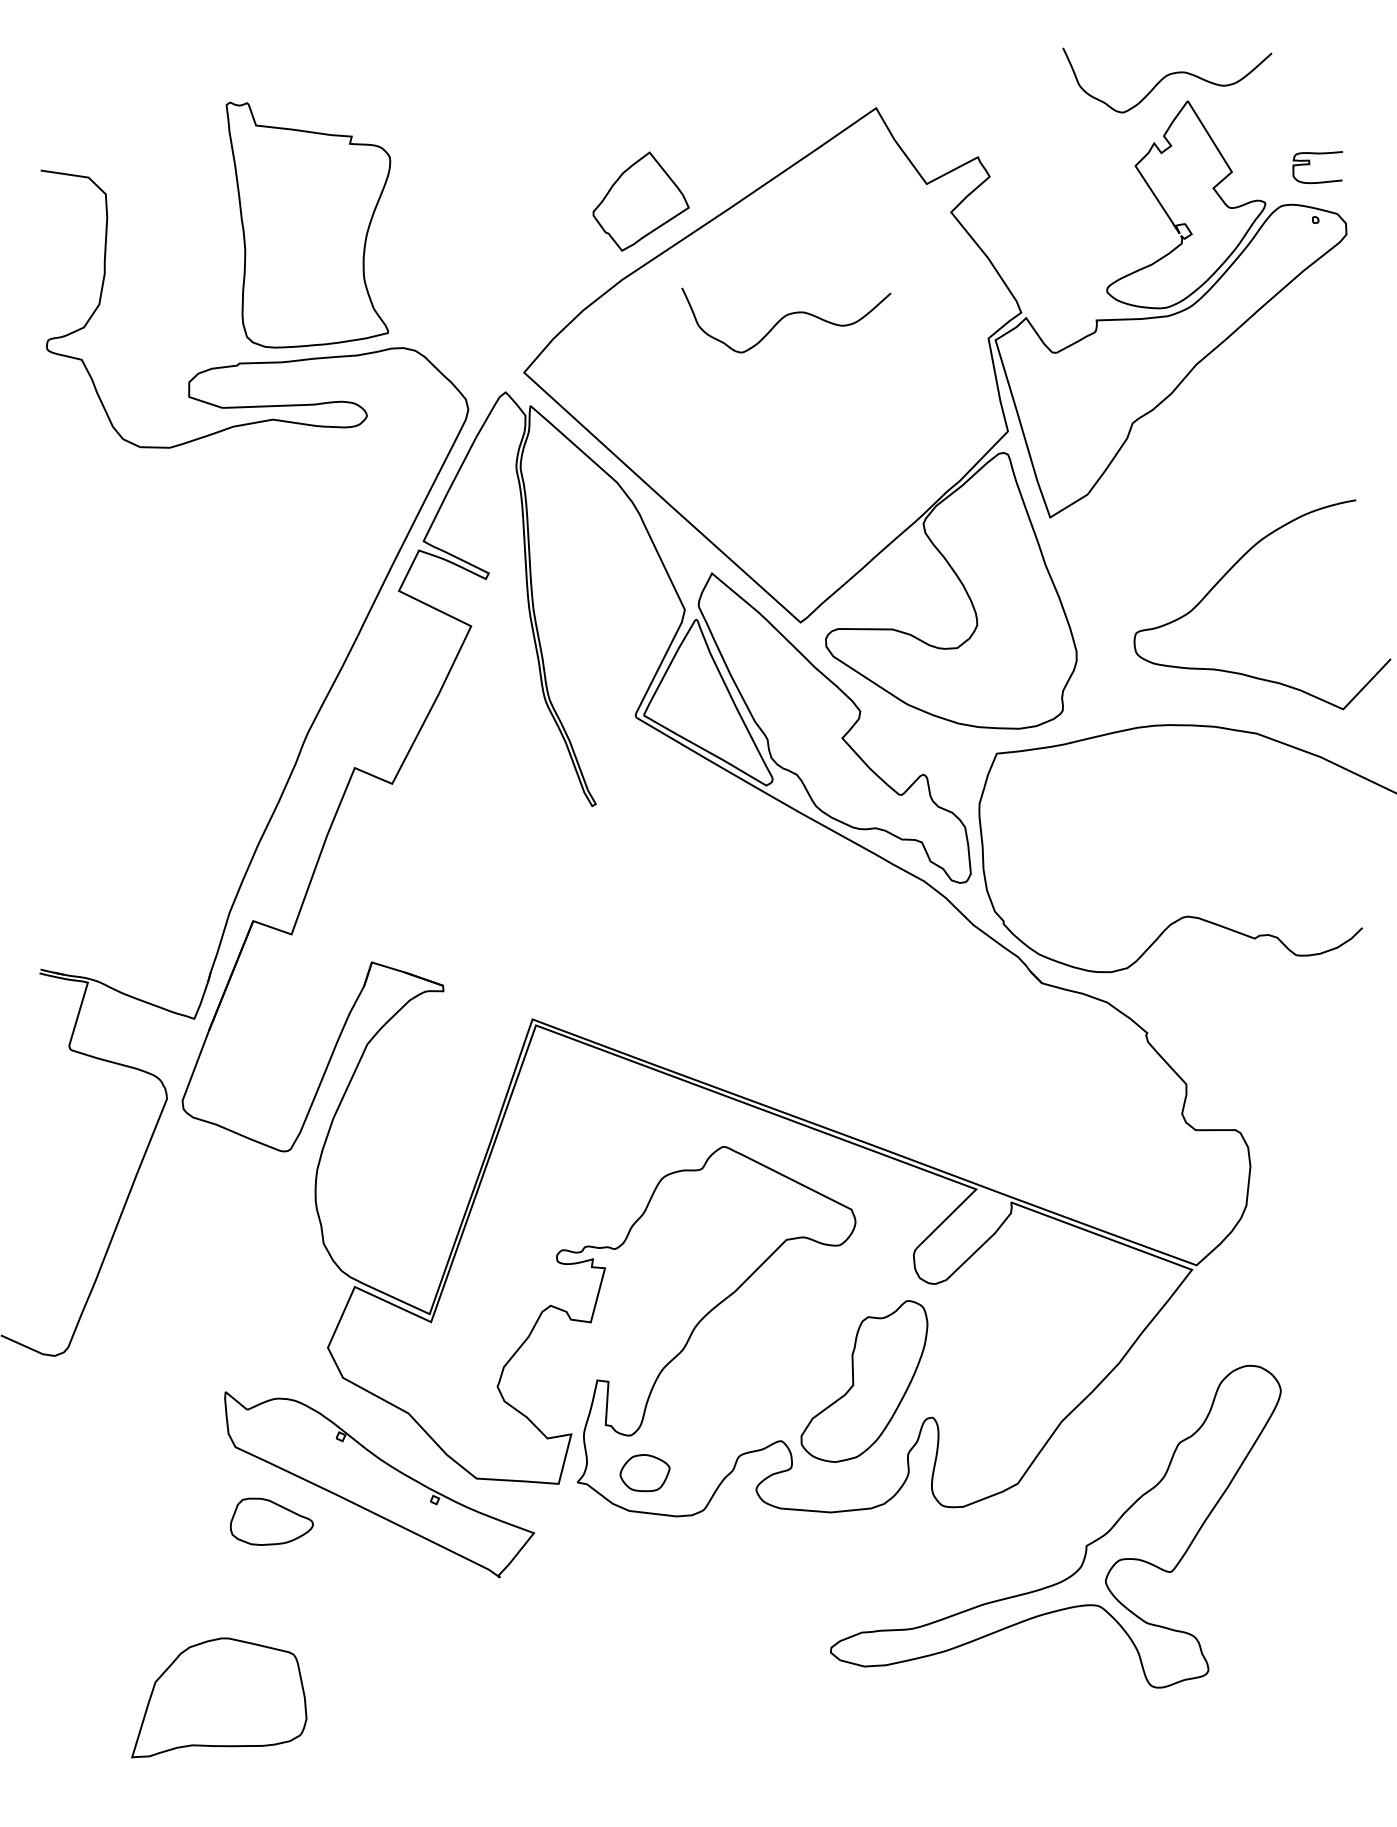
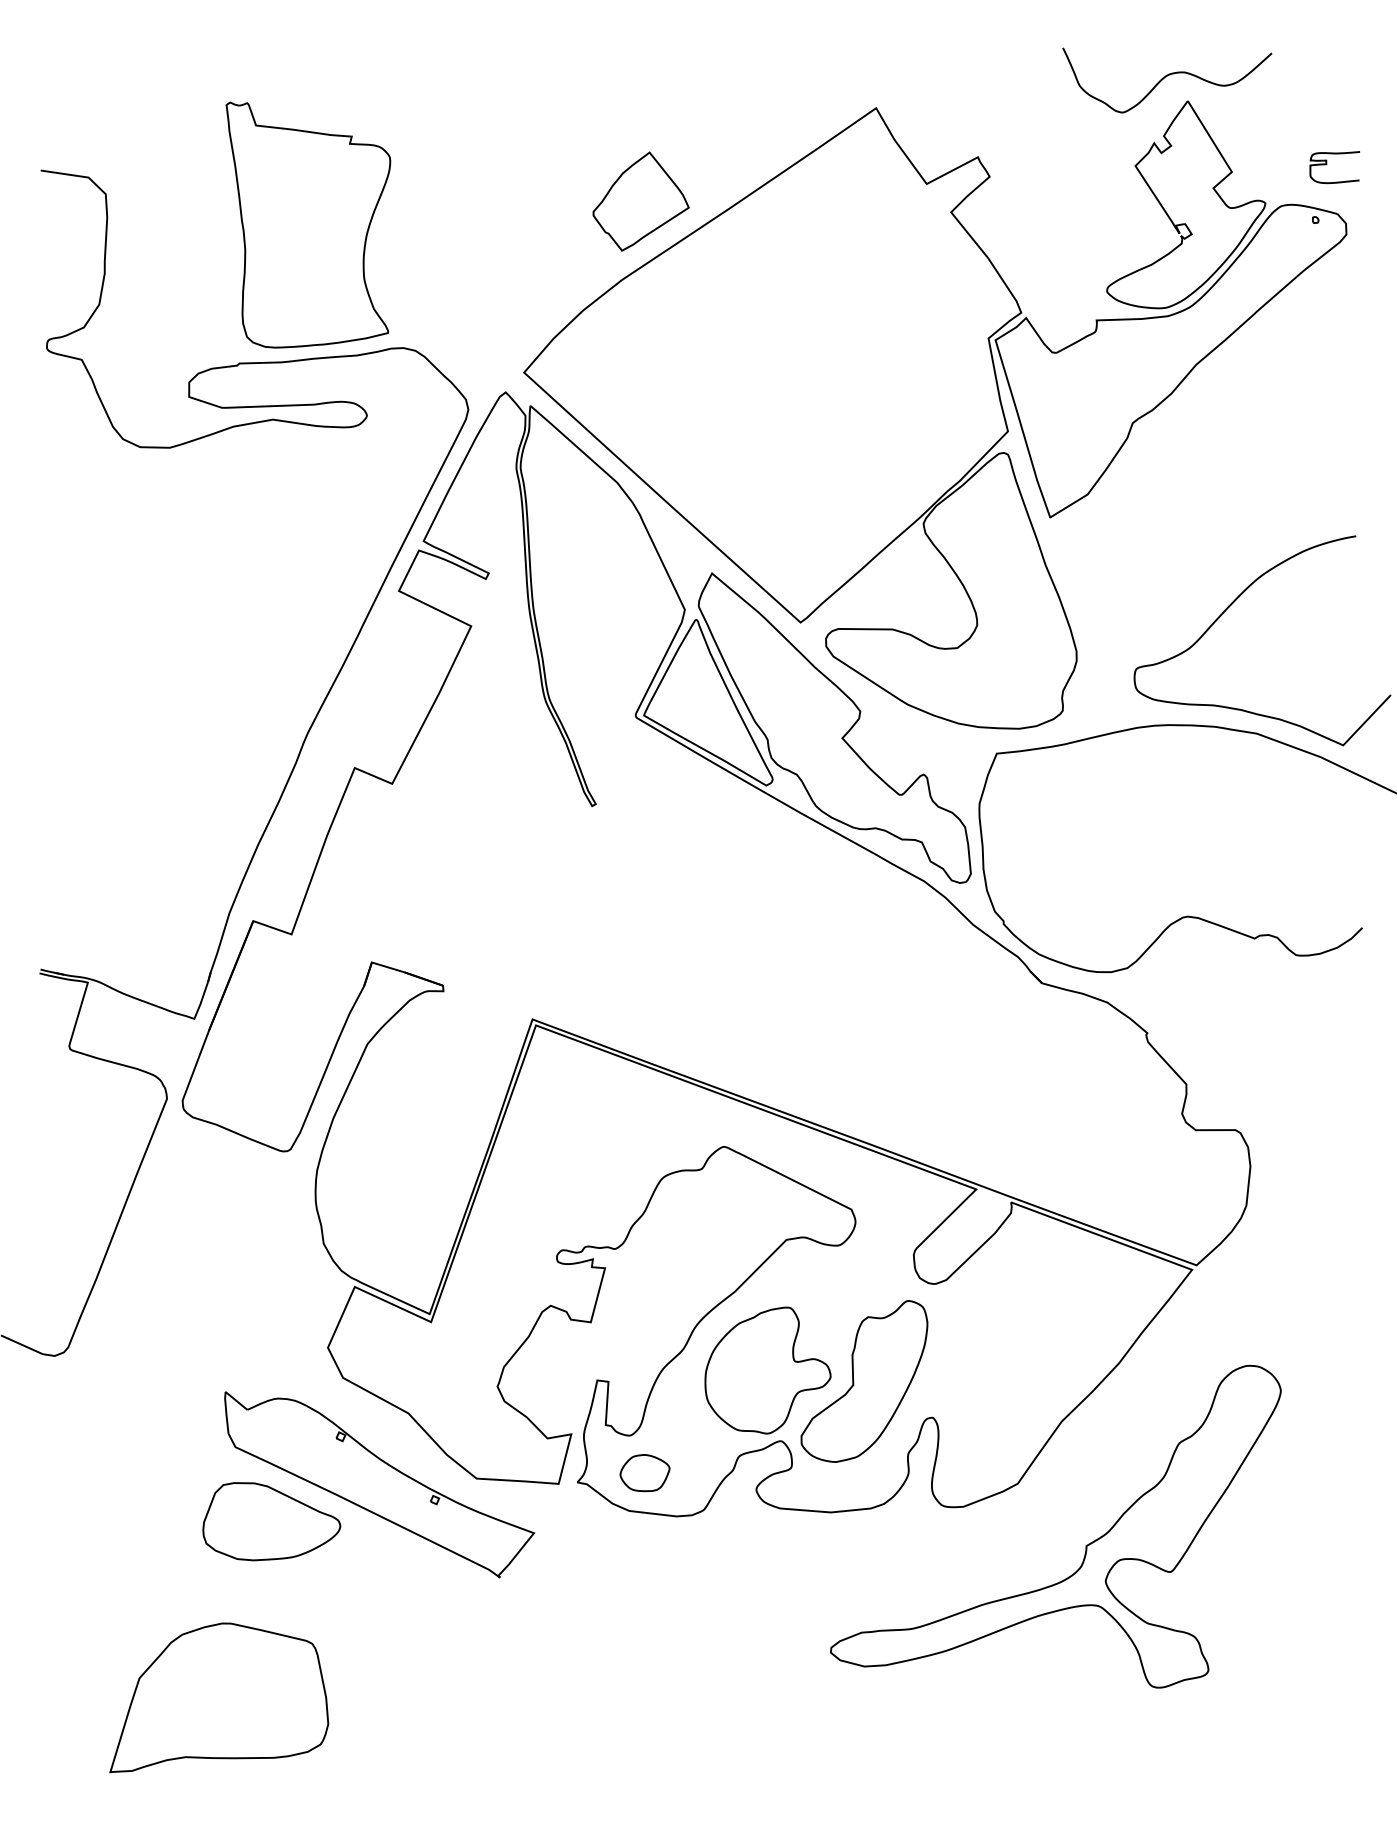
curve at (1310, 164) position: (1310, 164) -> (1327, 164)
curve at (785, 317): present -> none
curve at (1229, 571) position: (1229, 571) -> (1229, 607)
part at (767, 1370): none -> present
part at (271, 1521) size: 85x49 px -> 140x80 px
part at (219, 1697) size: 177x122 px -> 221x152 px
